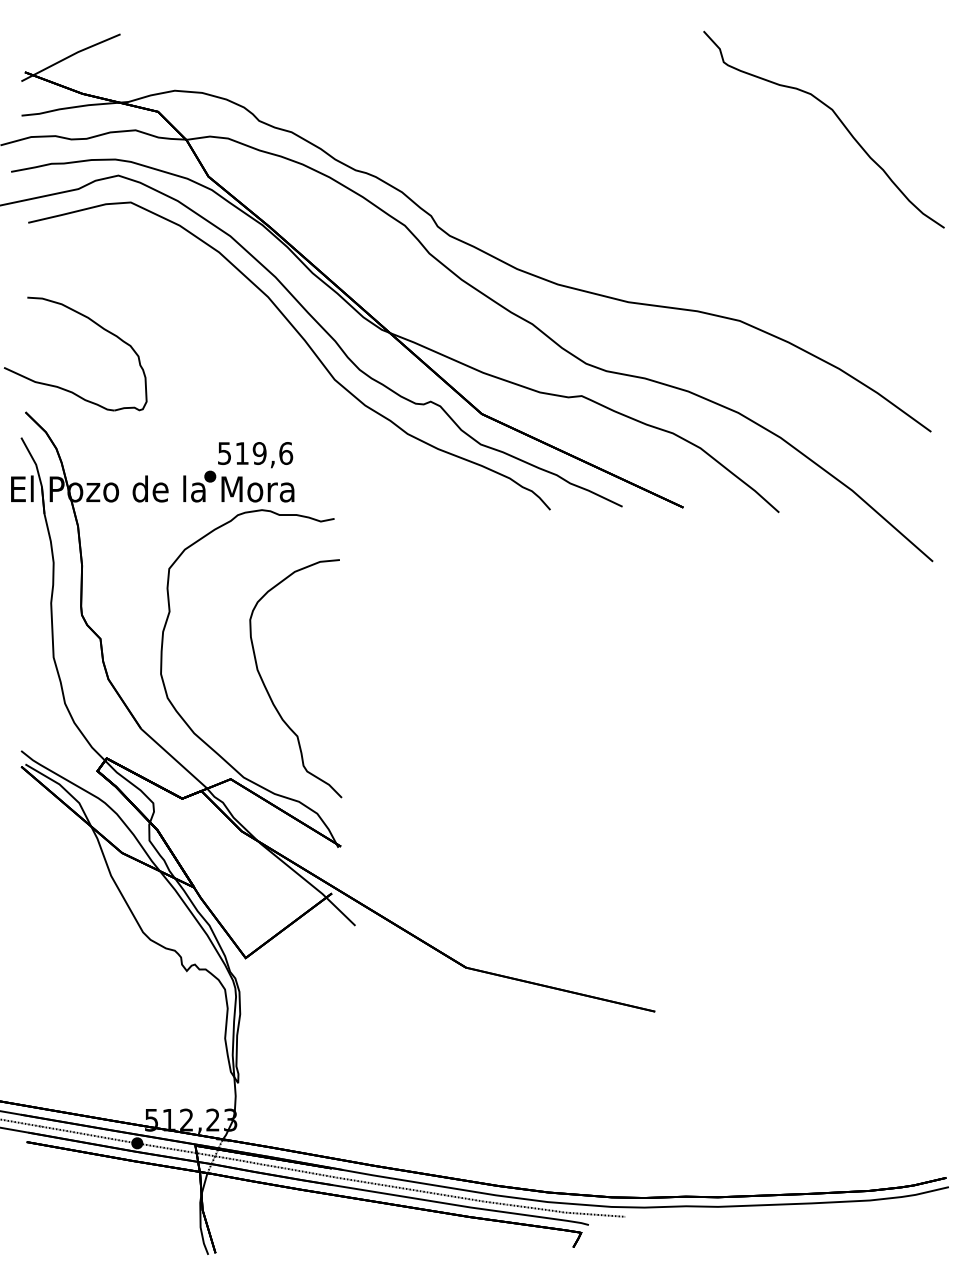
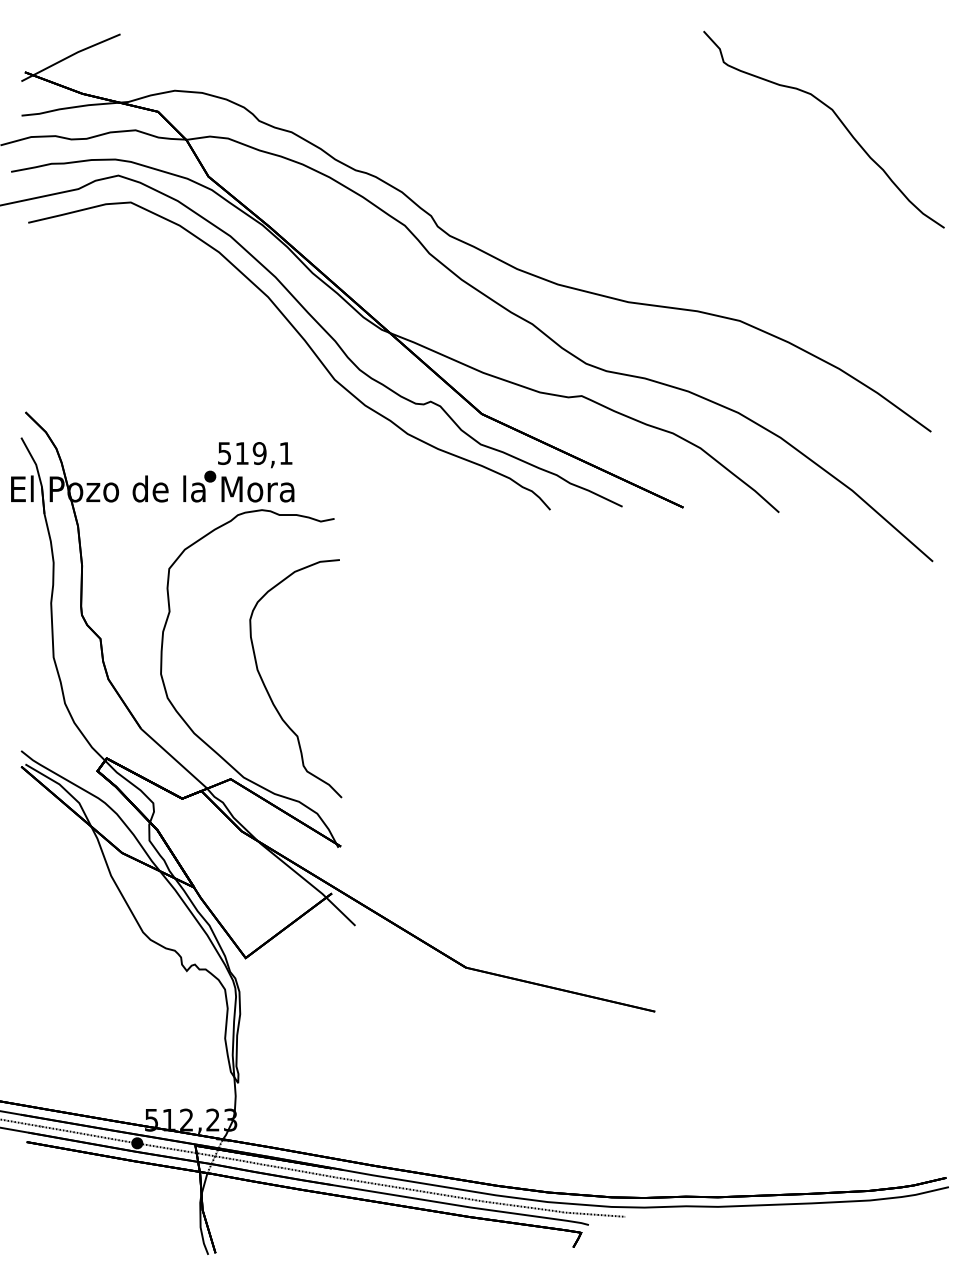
part at (95, 324): present -> none
text at (286, 453): 519,6 -> 519,1
